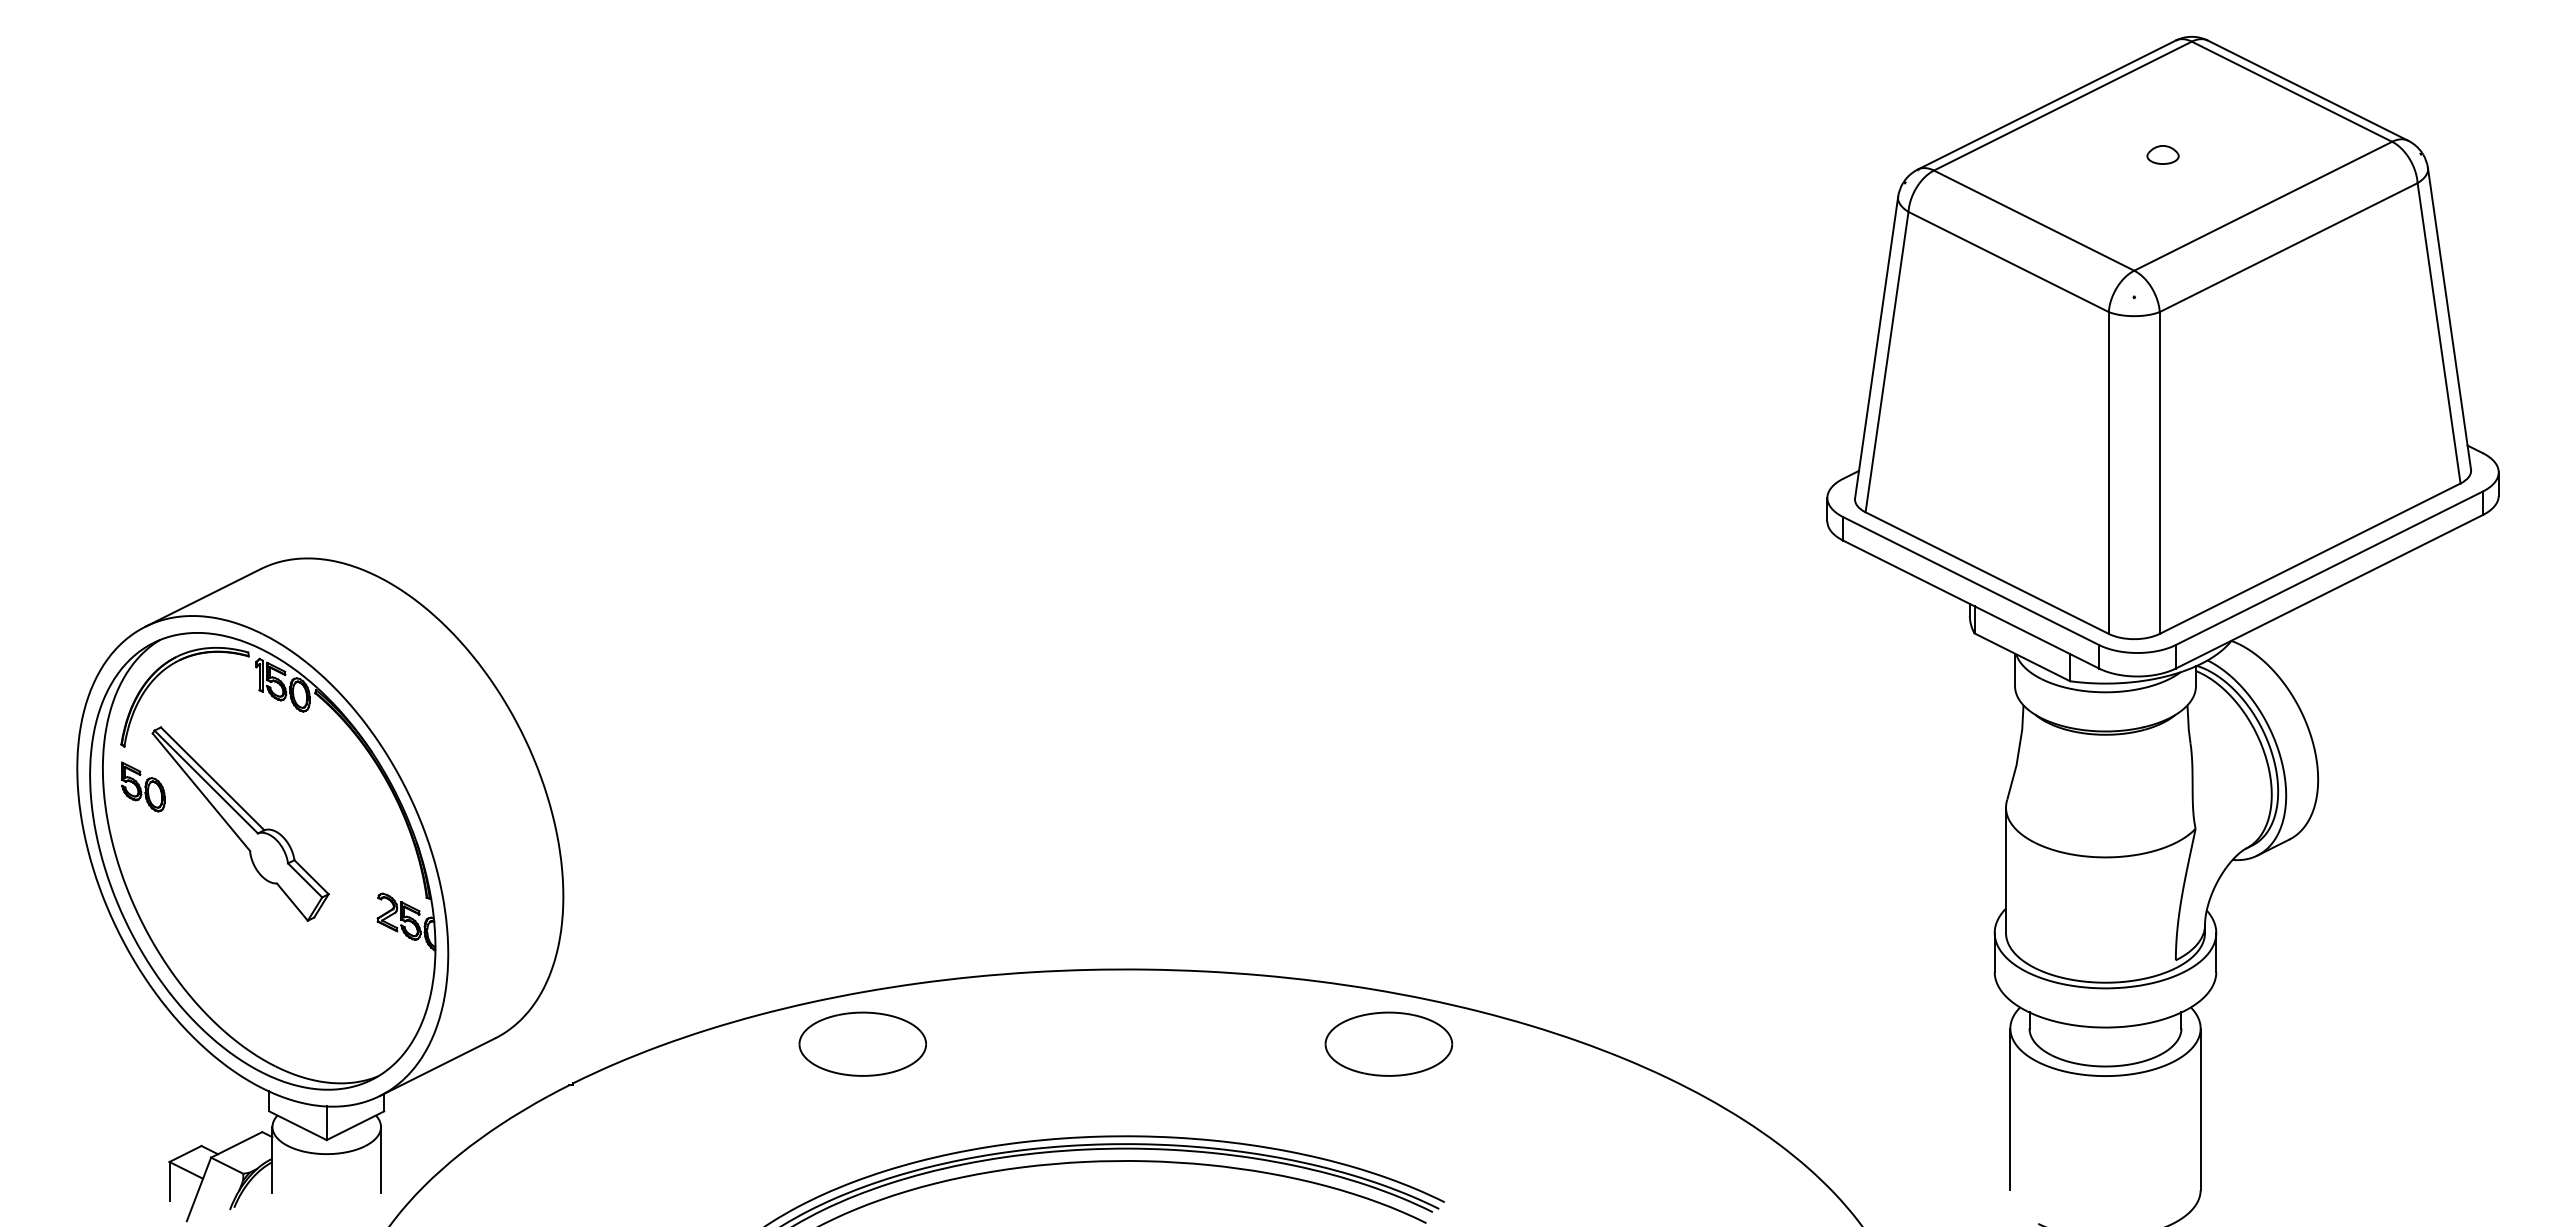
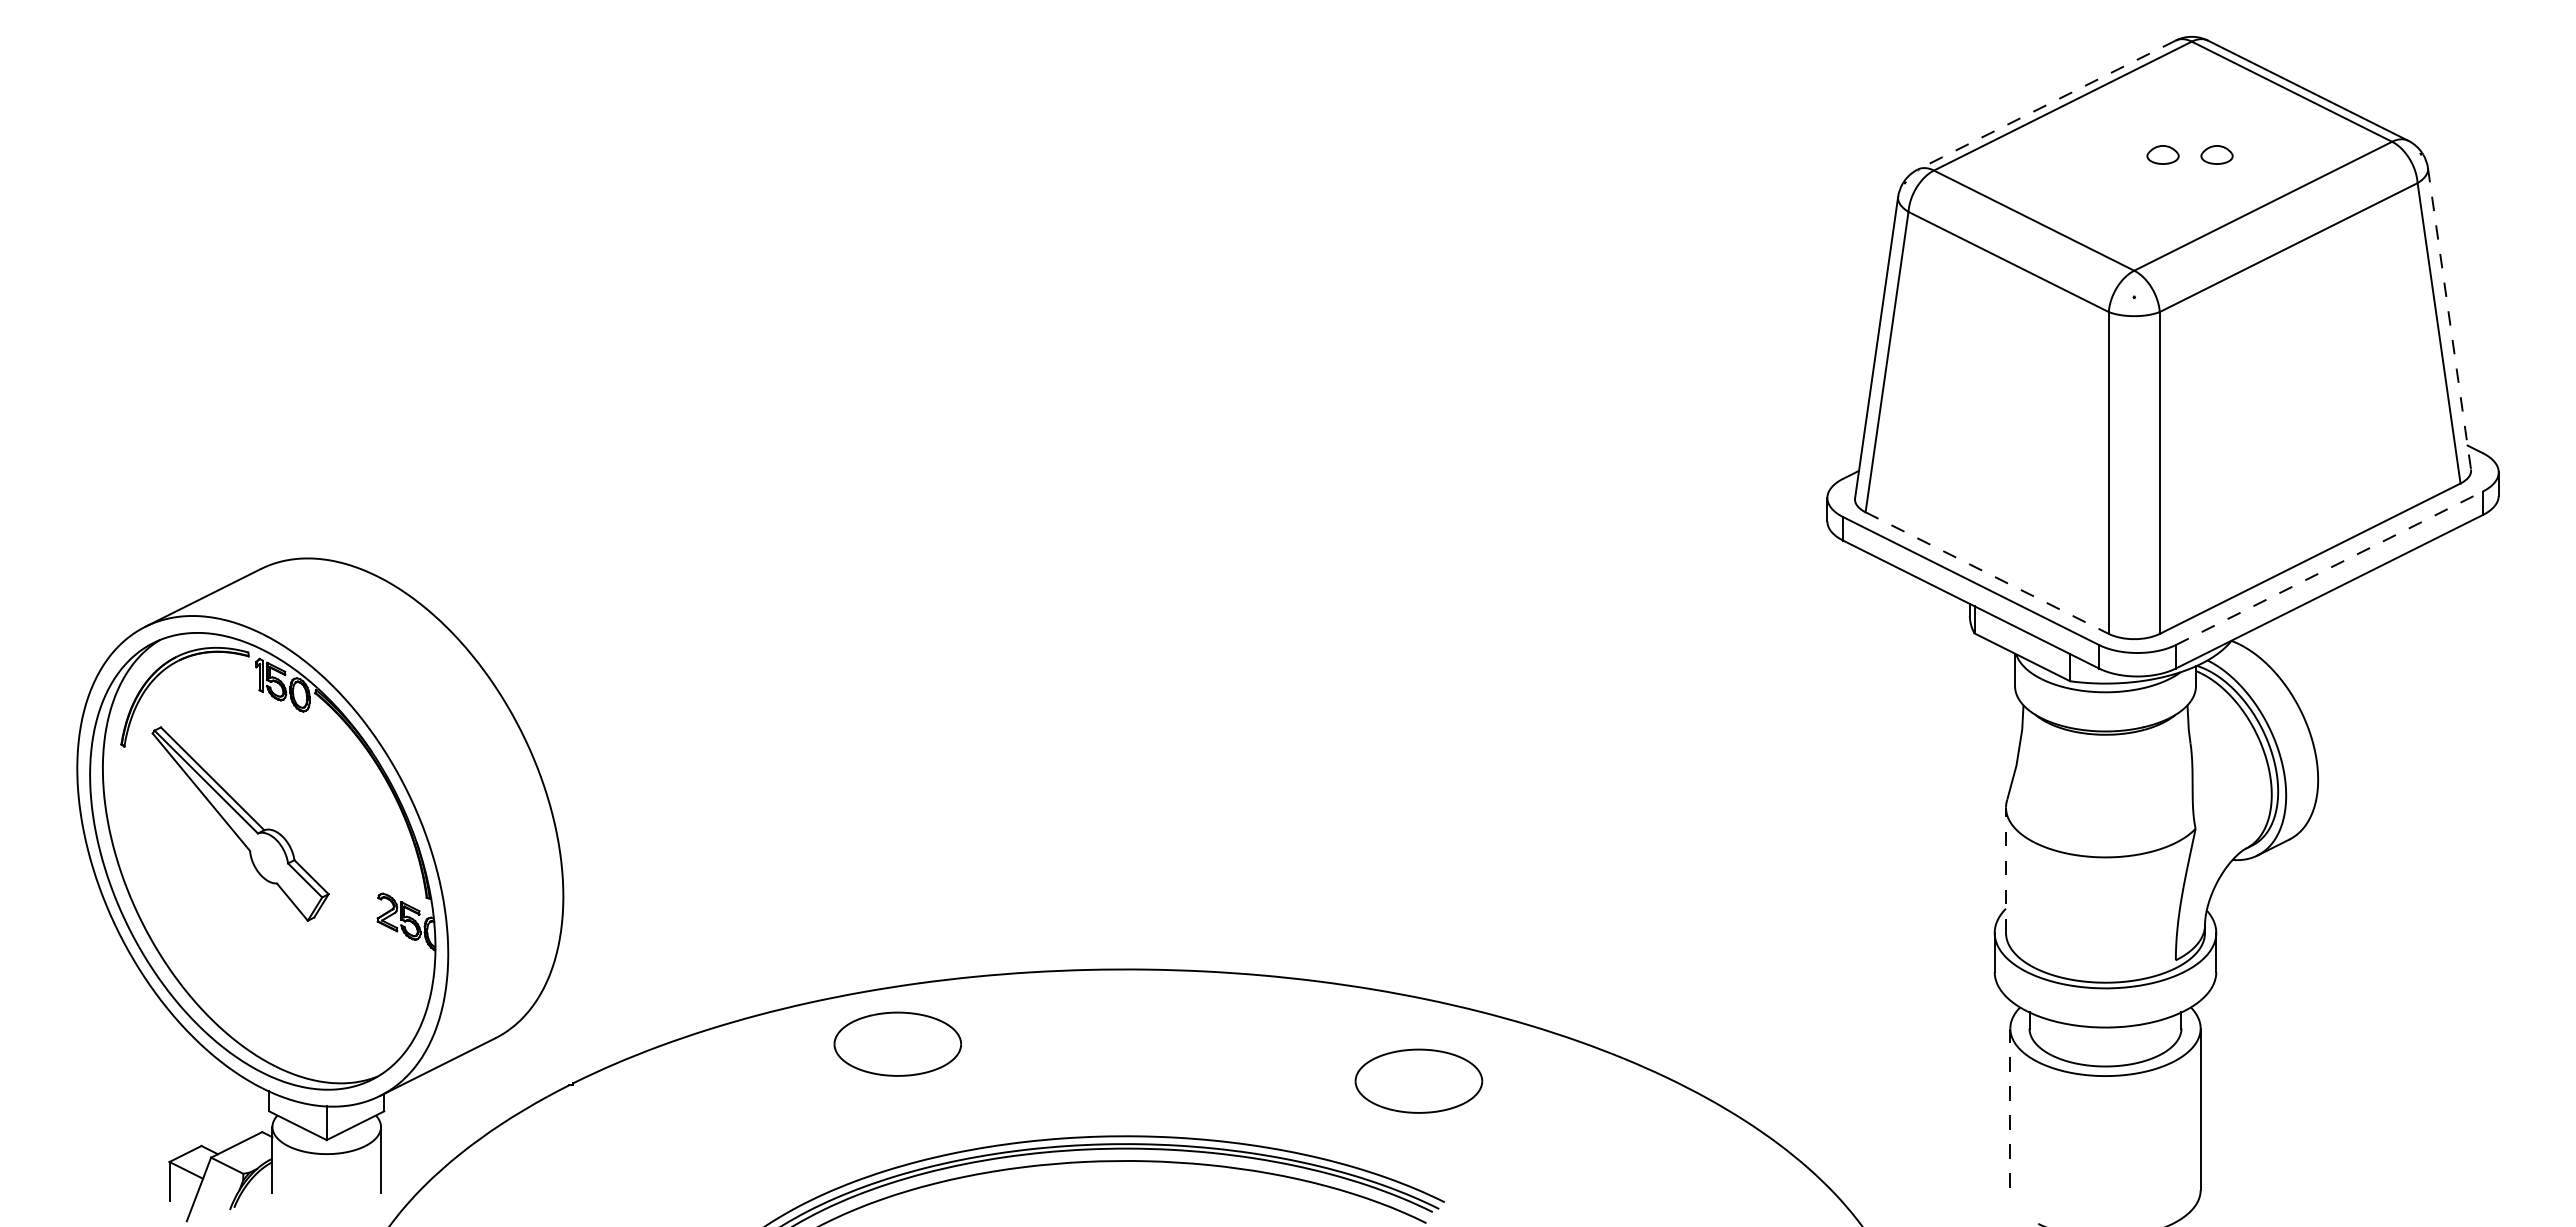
line at (2046, 105): solid -> dashed
part at (2216, 154): none -> present
line at (2449, 319): solid -> dashed
line at (2329, 568): solid -> dashed
line at (1987, 573): solid -> dashed
part at (143, 786): present -> none
line at (2006, 870): solid -> dashed
part at (862, 1043) position: (862, 1043) -> (897, 1043)
part at (1388, 1043) position: (1388, 1043) -> (1418, 1080)
line at (2010, 1109): solid -> dashed
